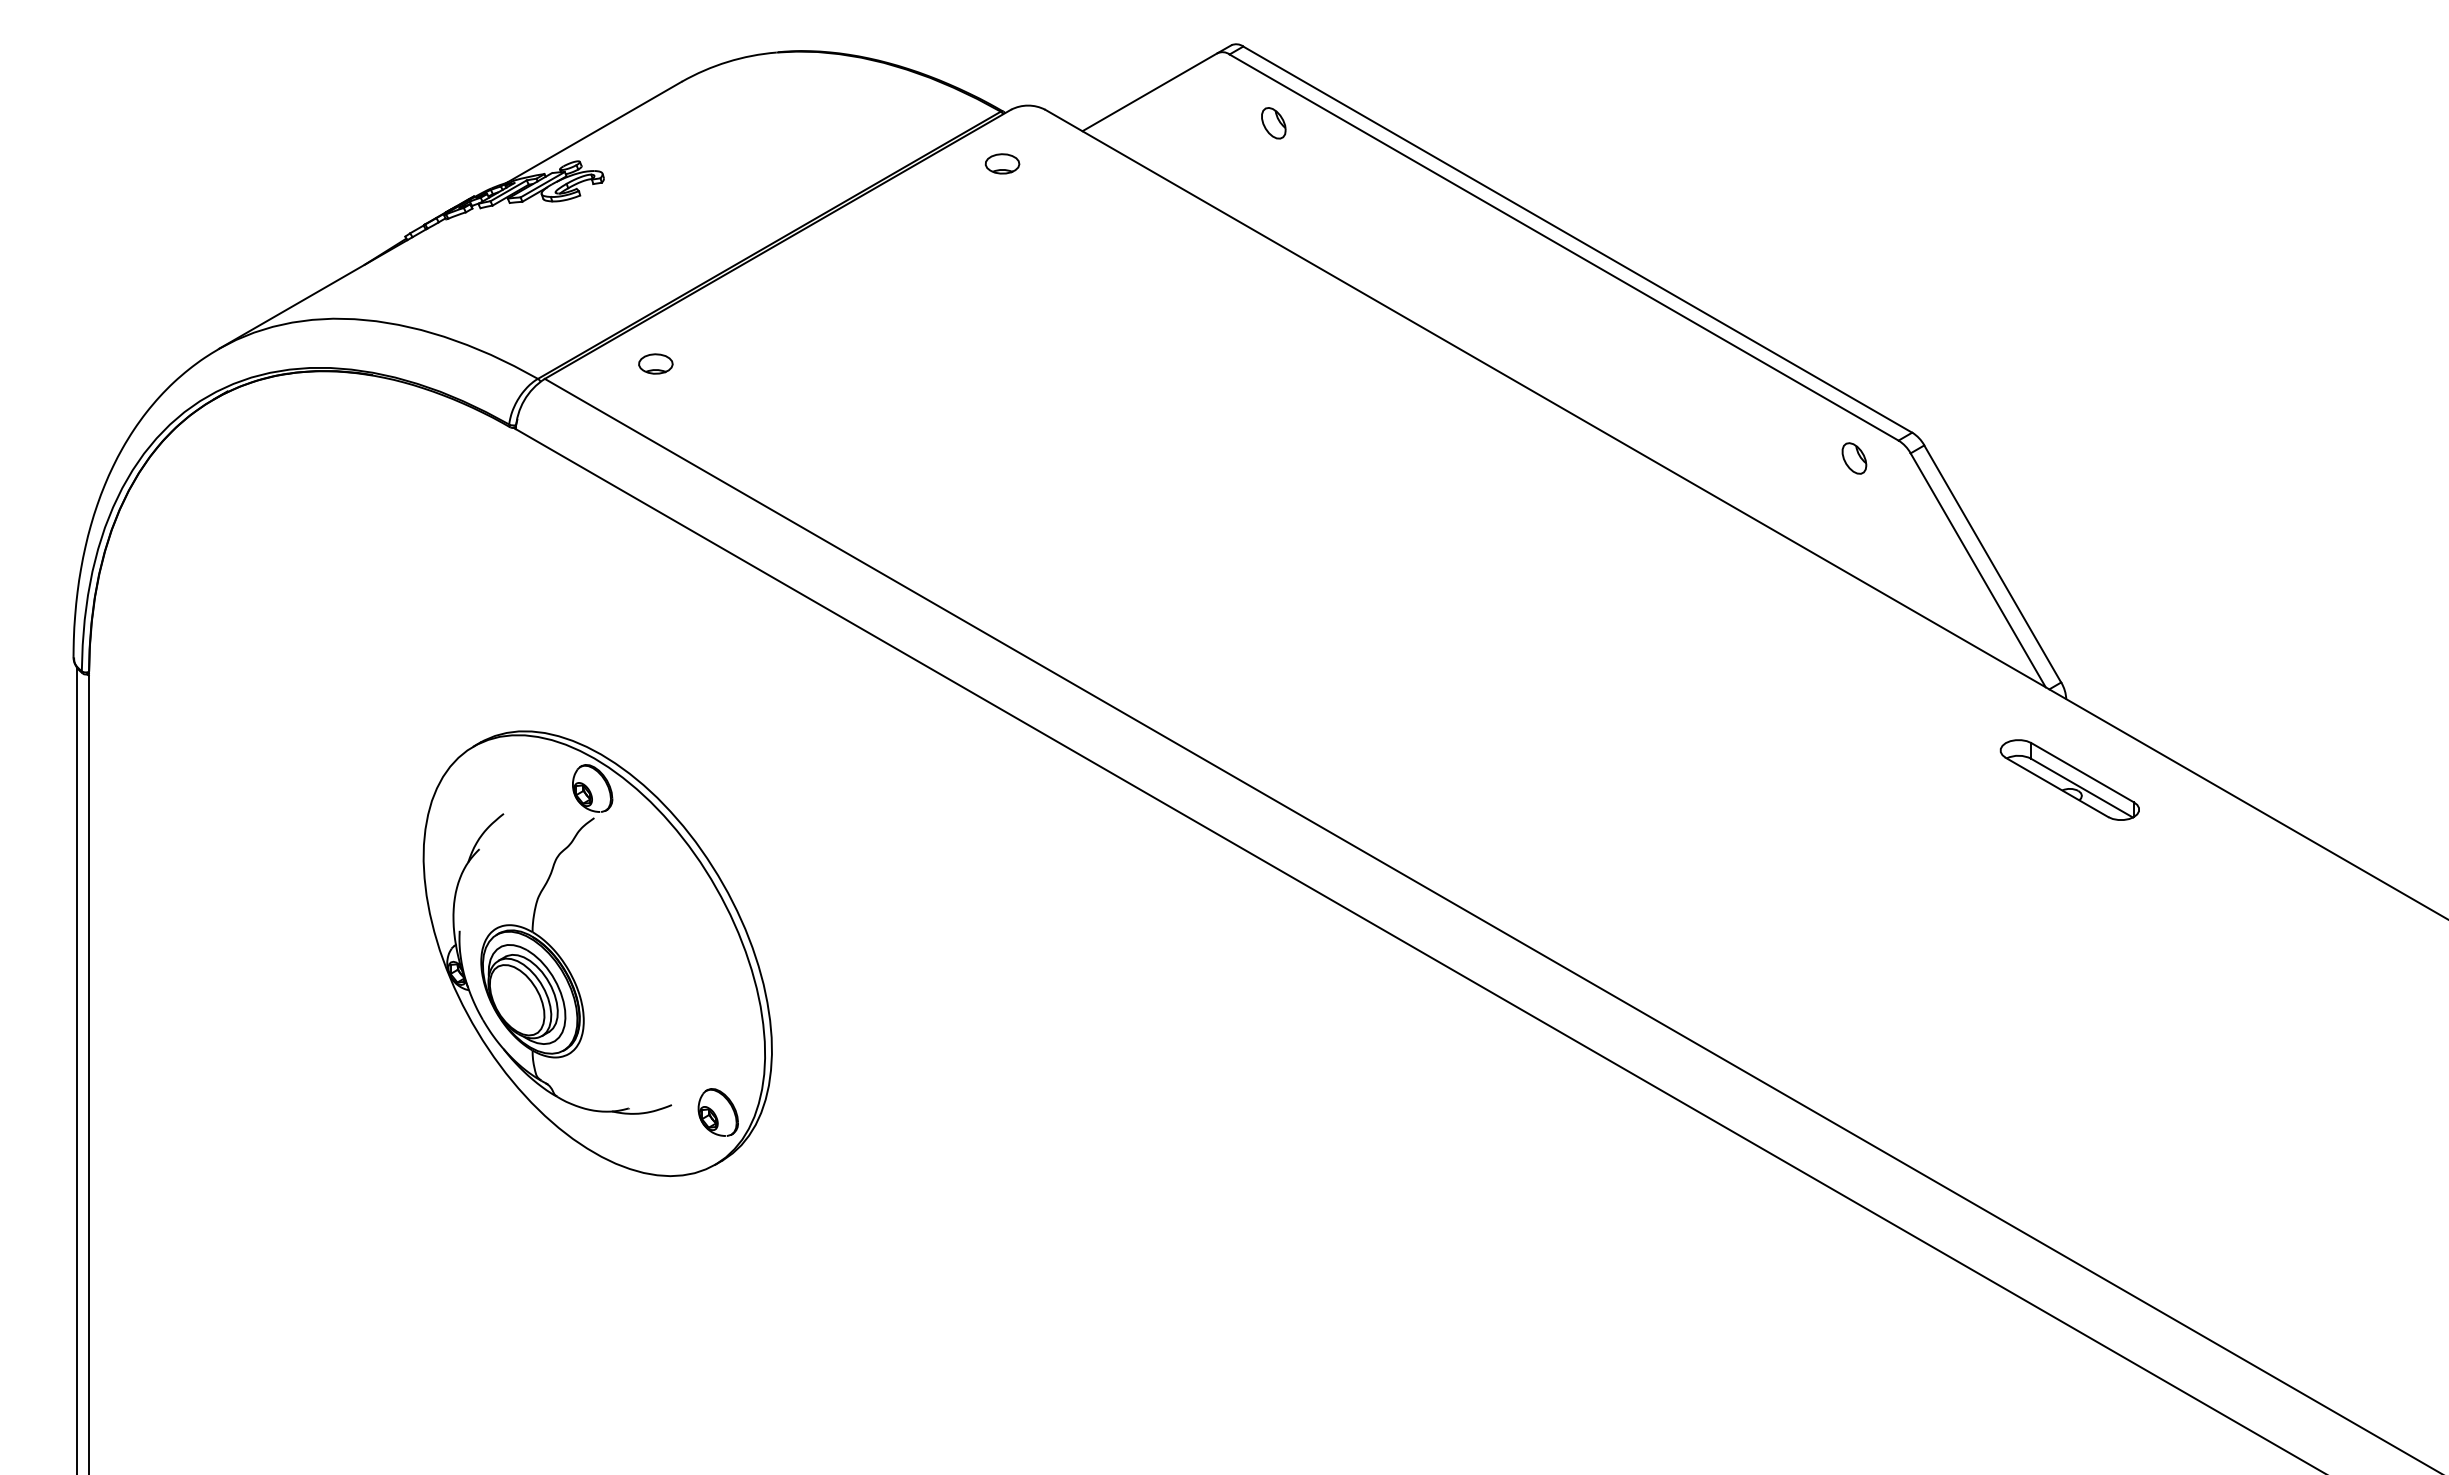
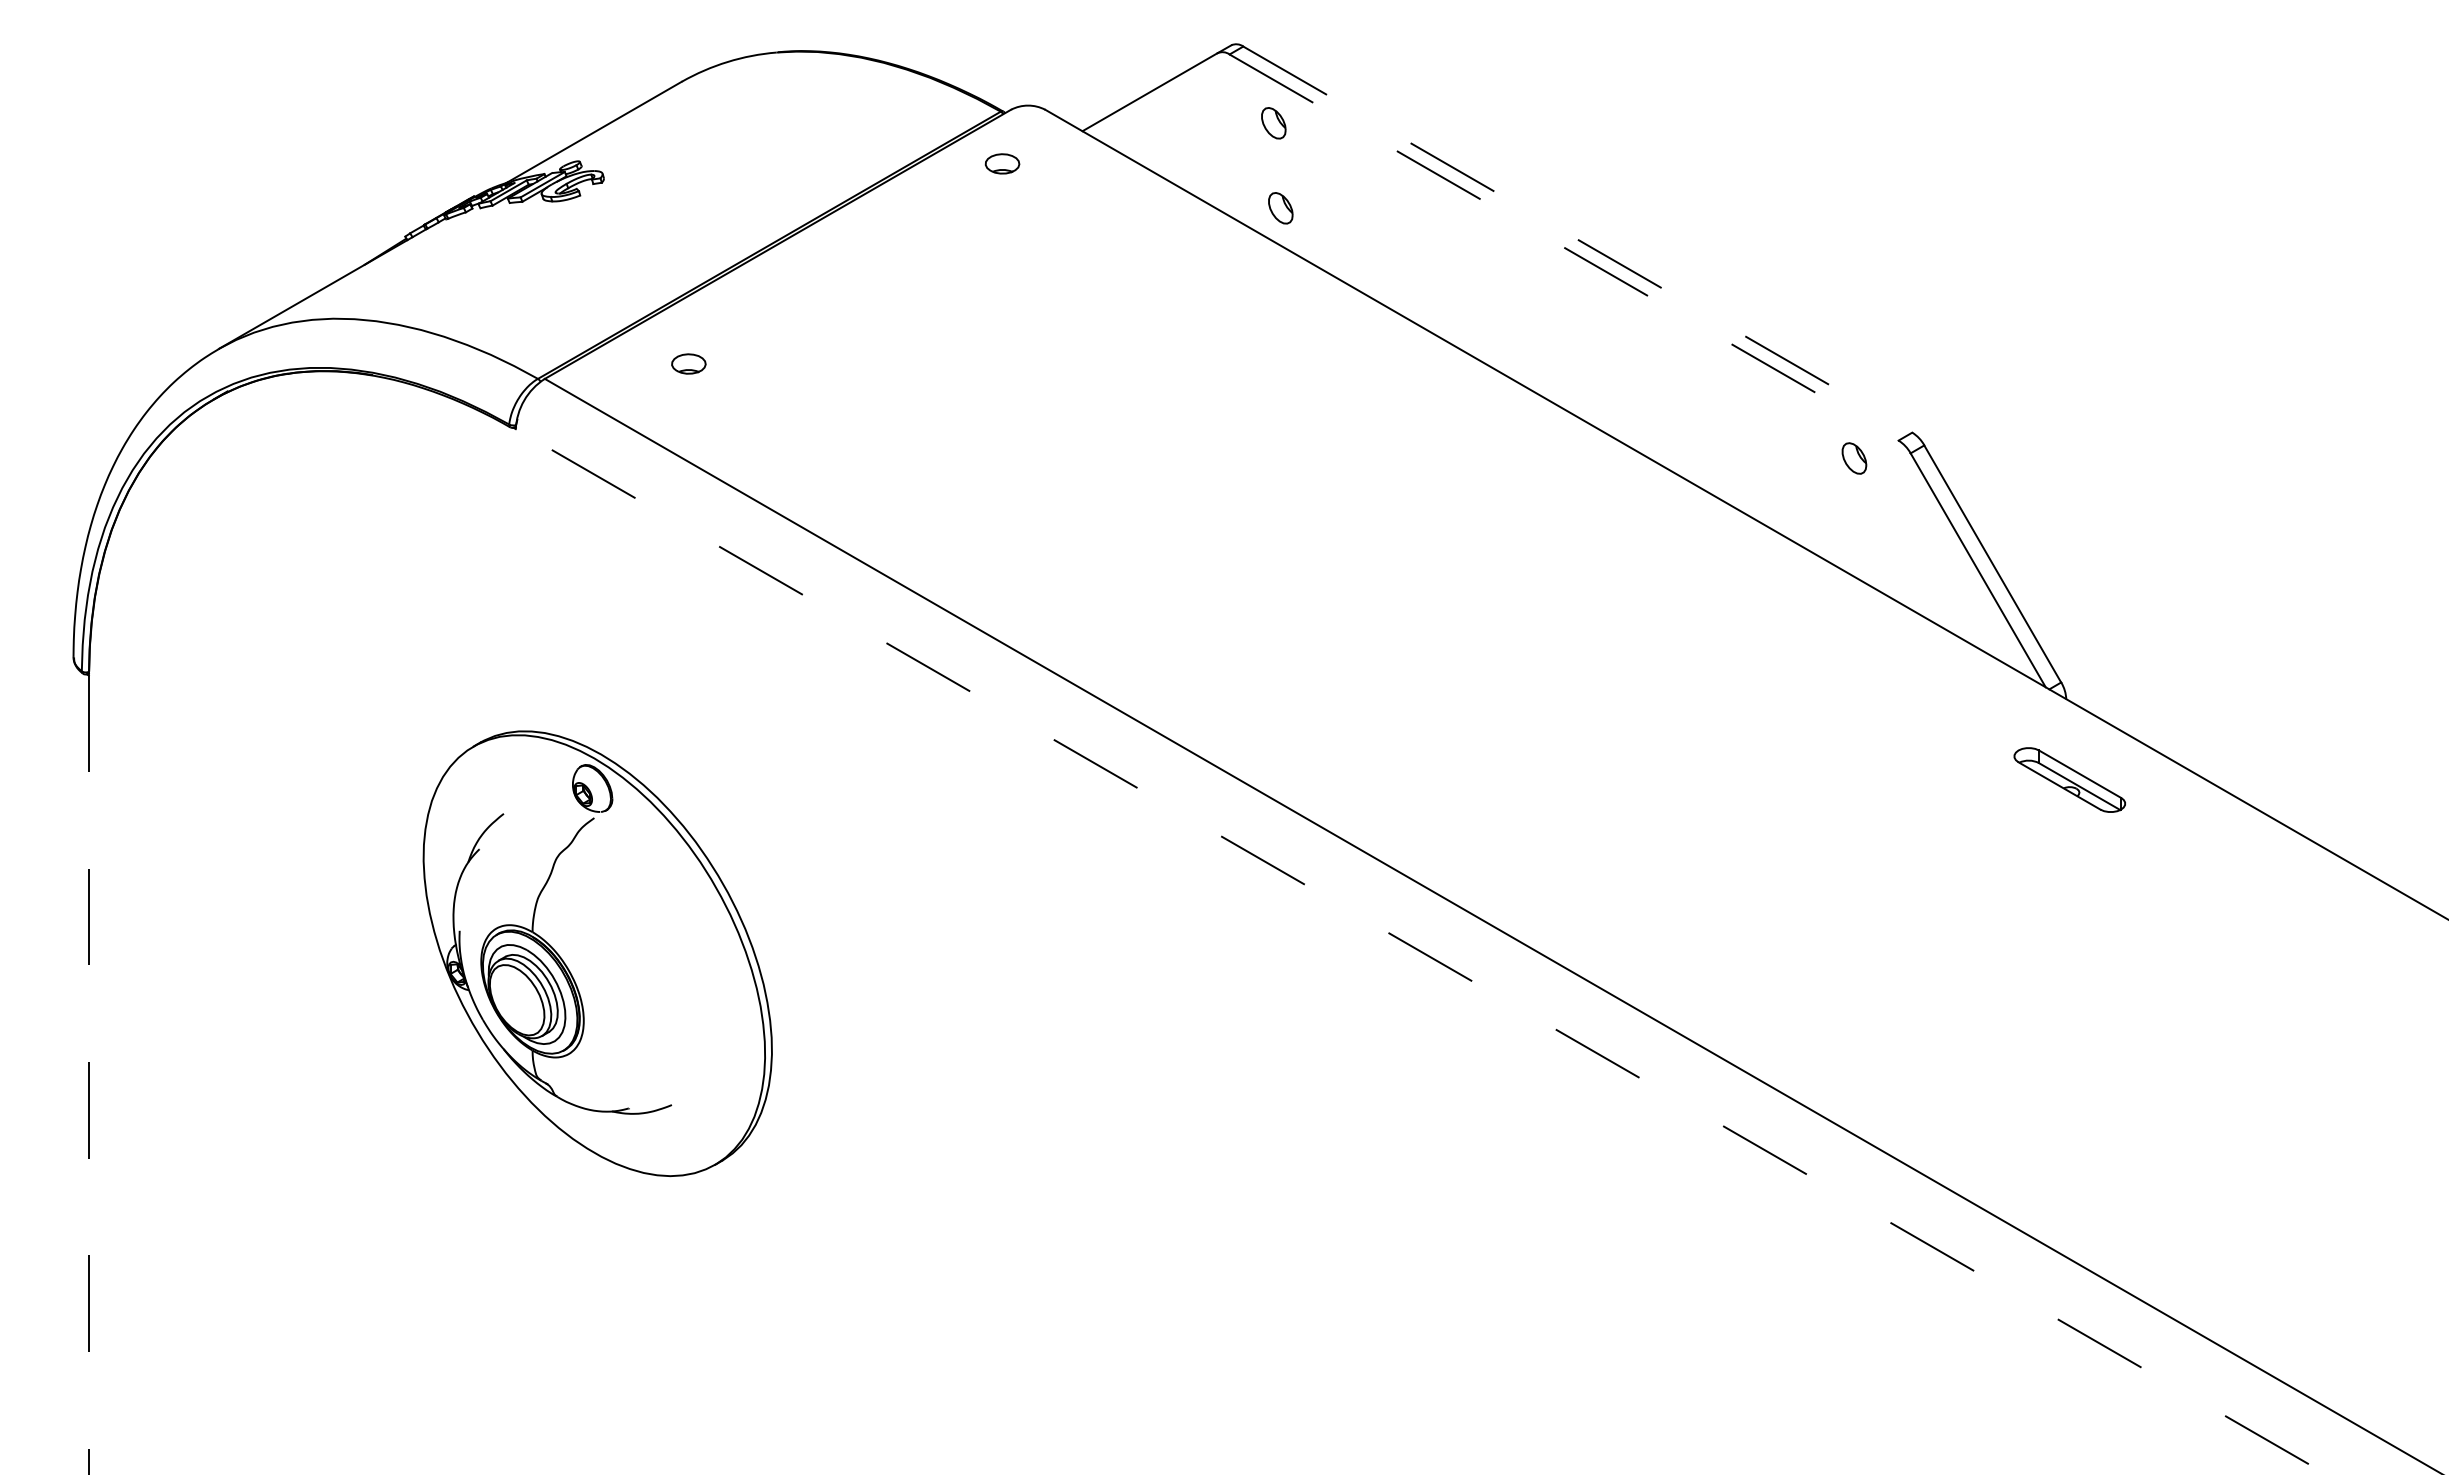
part at (1280, 208): none -> present
line at (1578, 239): solid -> dashed
line at (1564, 247): solid -> dashed
part at (655, 363) position: (655, 363) -> (688, 363)
part at (2069, 779) size: 141x82 px -> 113x66 px
line at (1421, 951): solid -> dashed
line at (76, 1069): present -> none
line at (88, 1075): solid -> dashed
part at (717, 1112): present -> none
